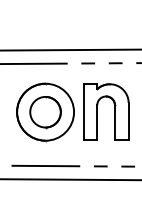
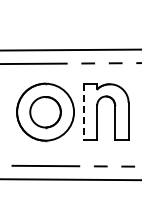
line at (83, 112): solid -> dashed
